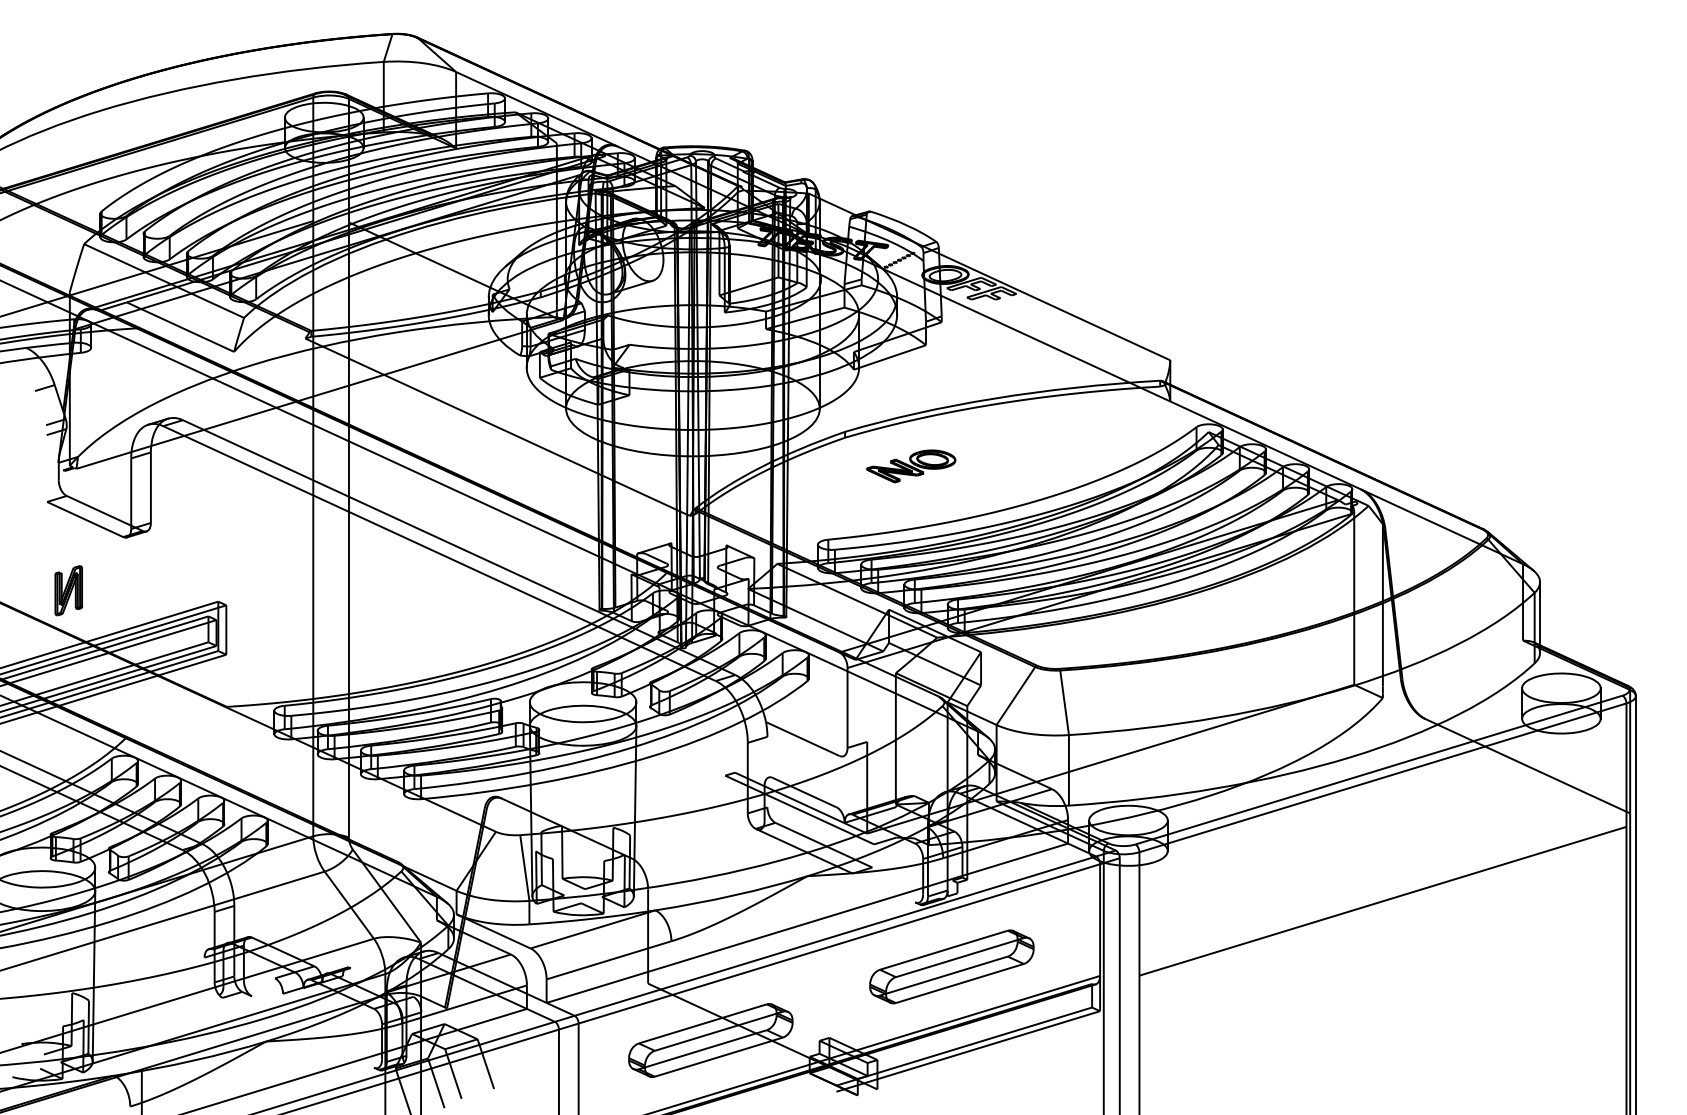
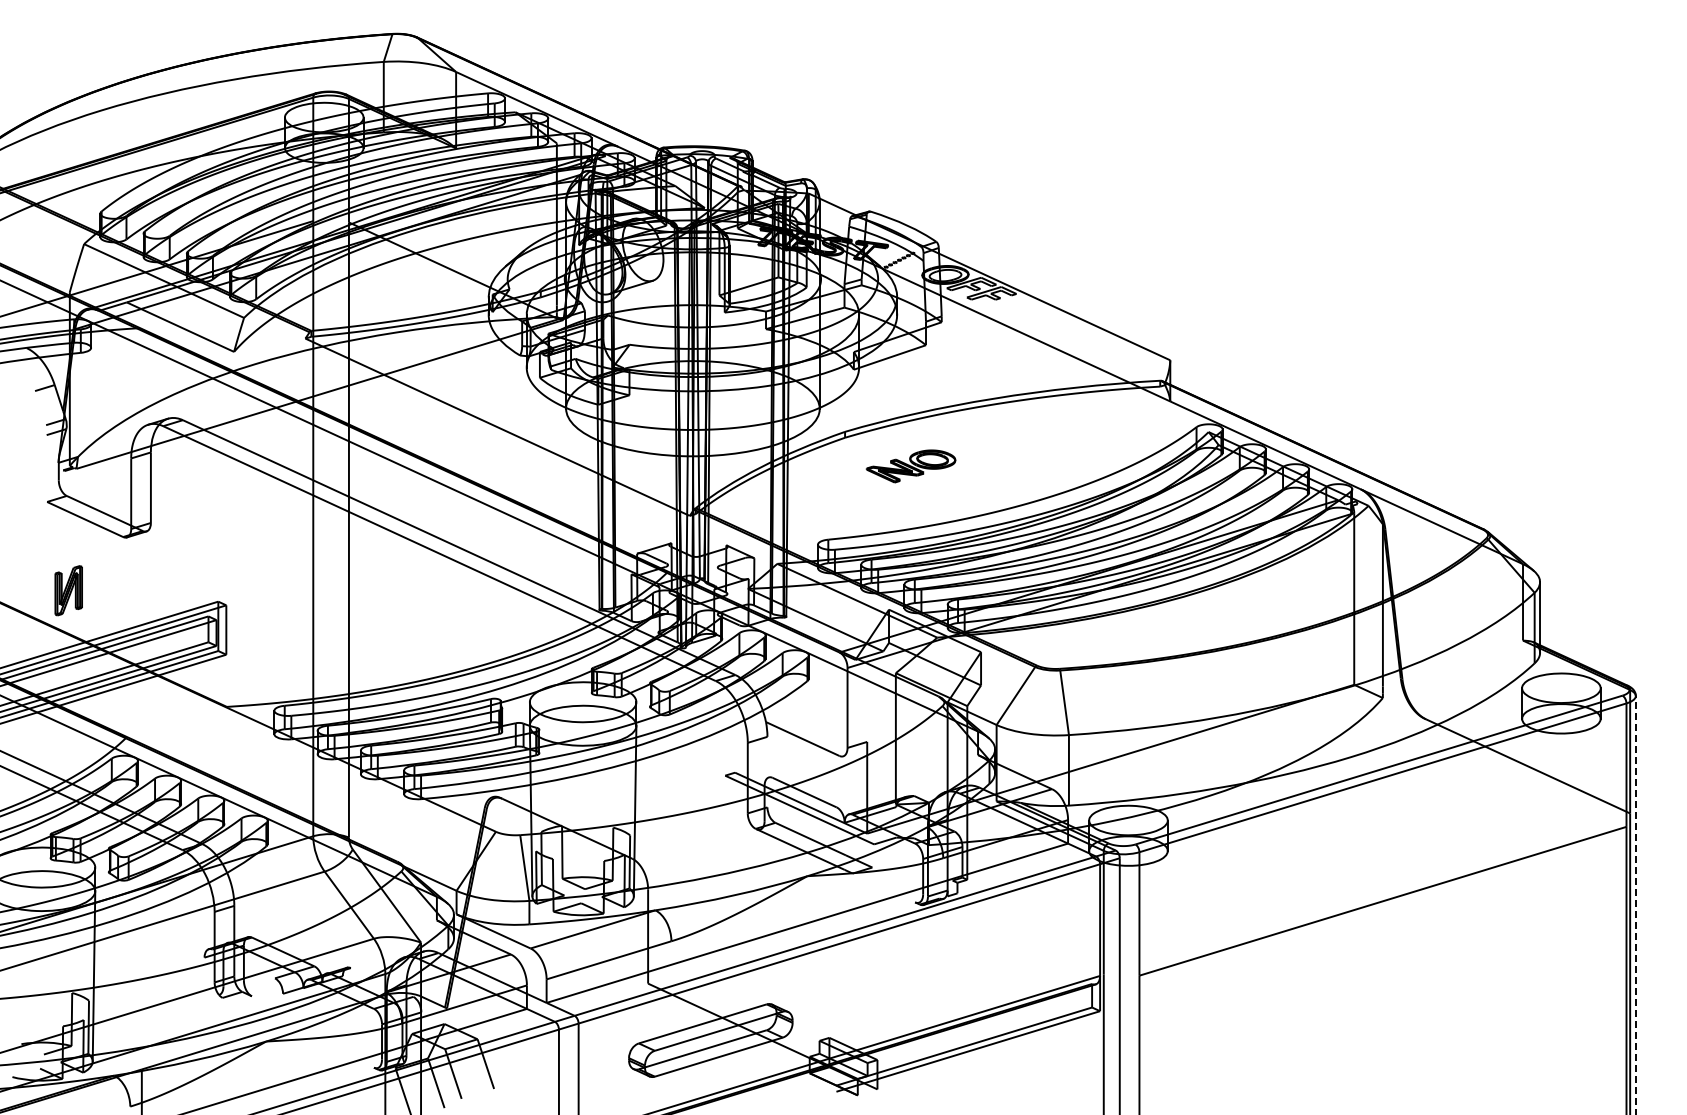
line at (1635, 904): solid -> dashed
part at (951, 966): present -> none
